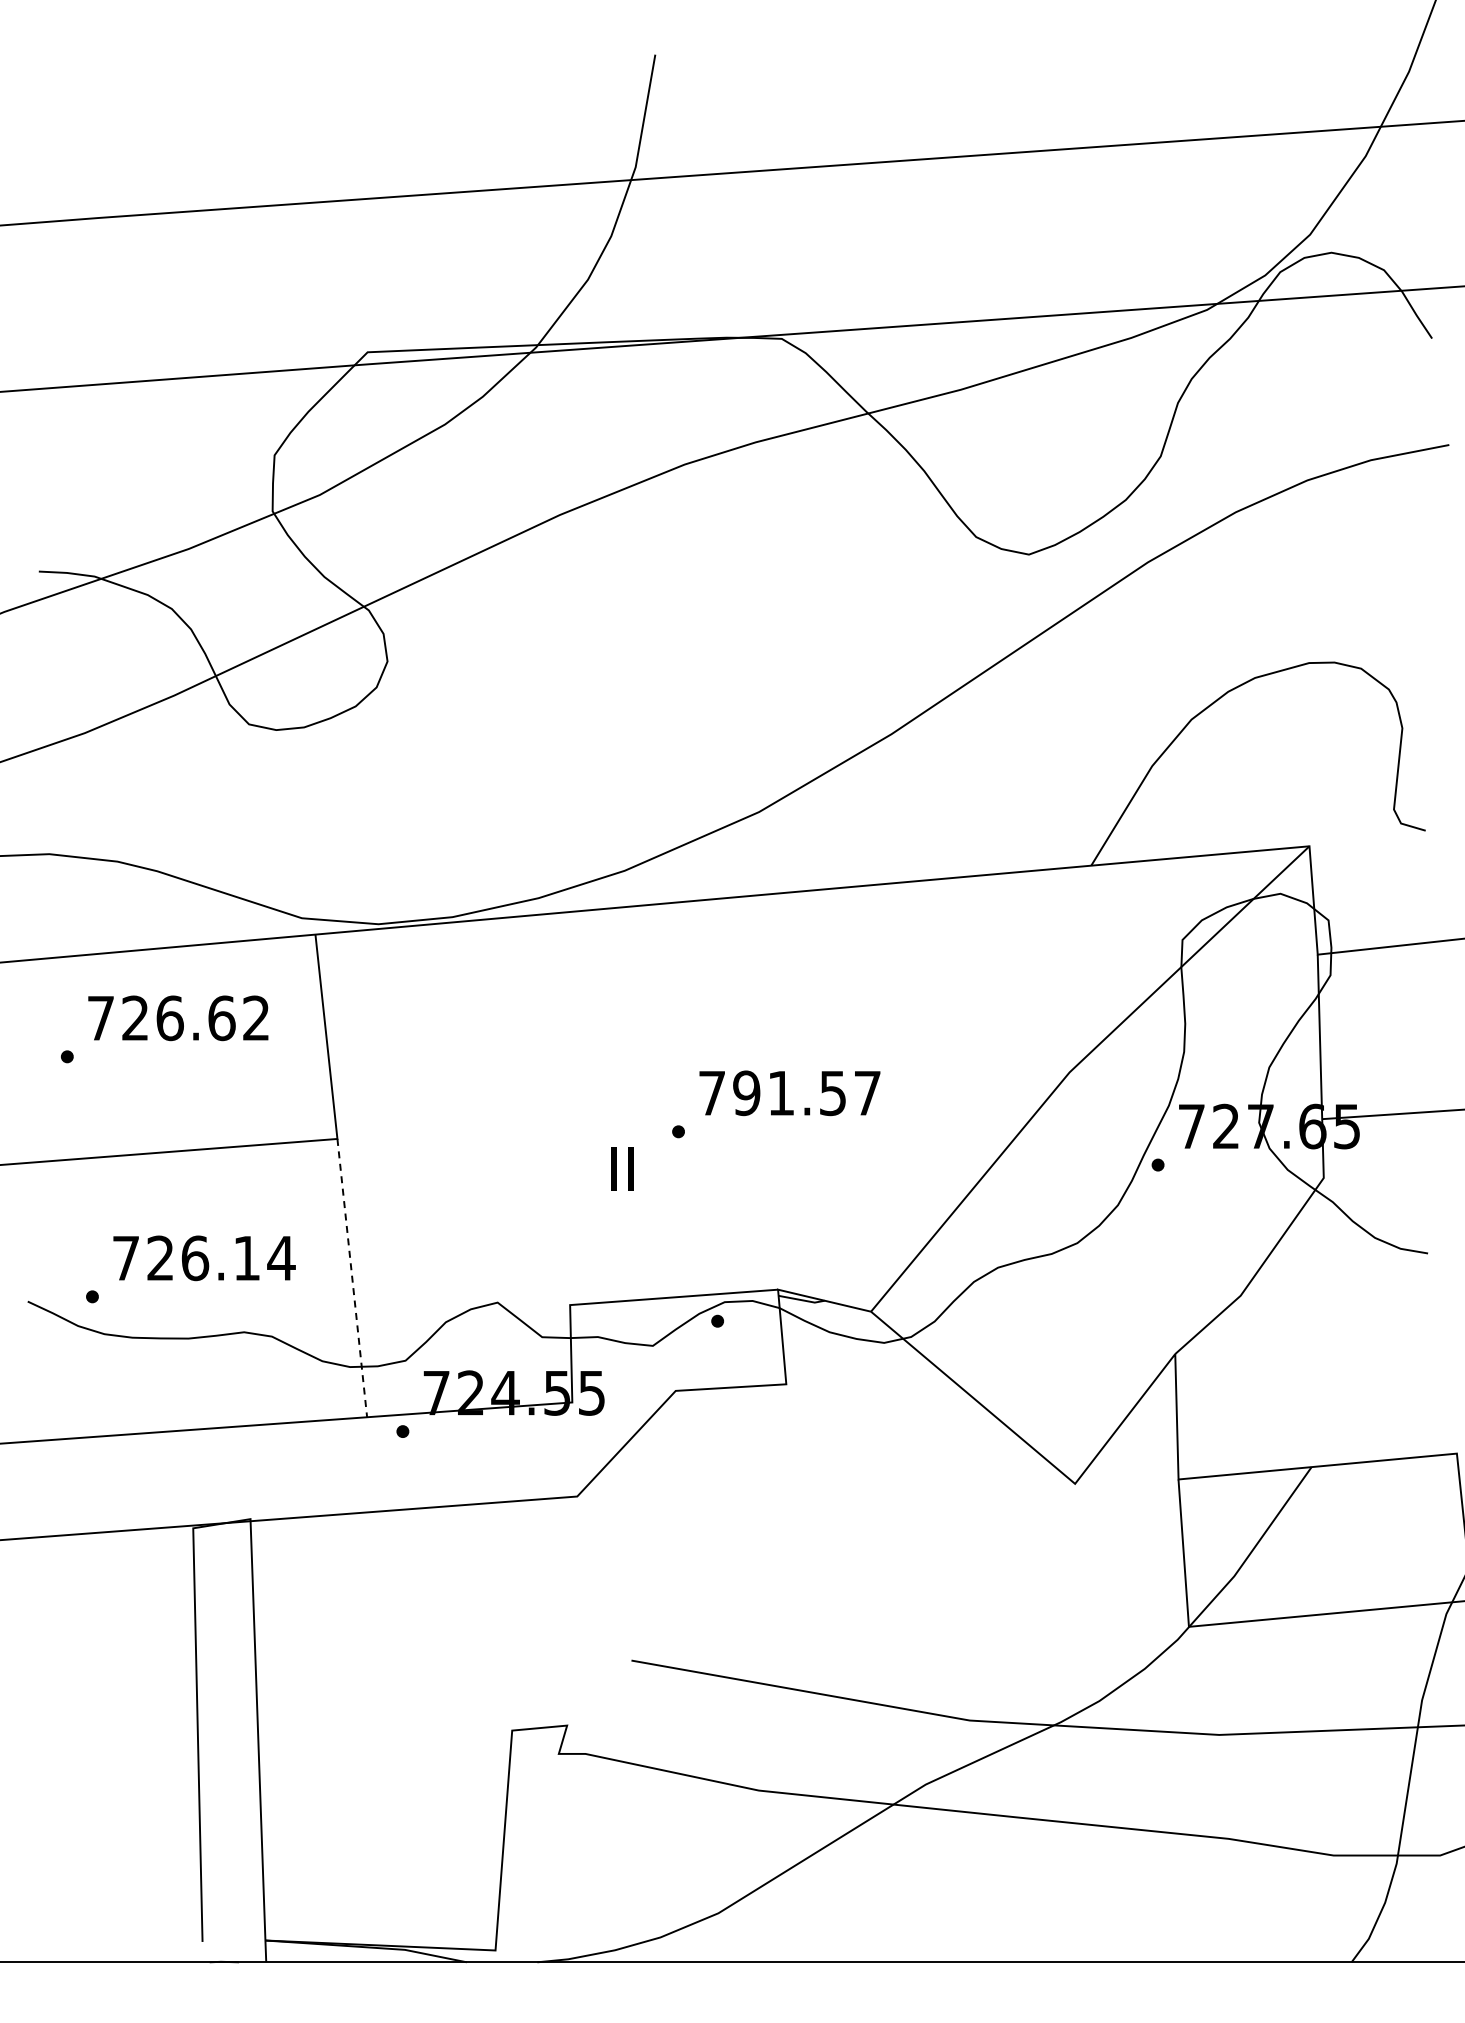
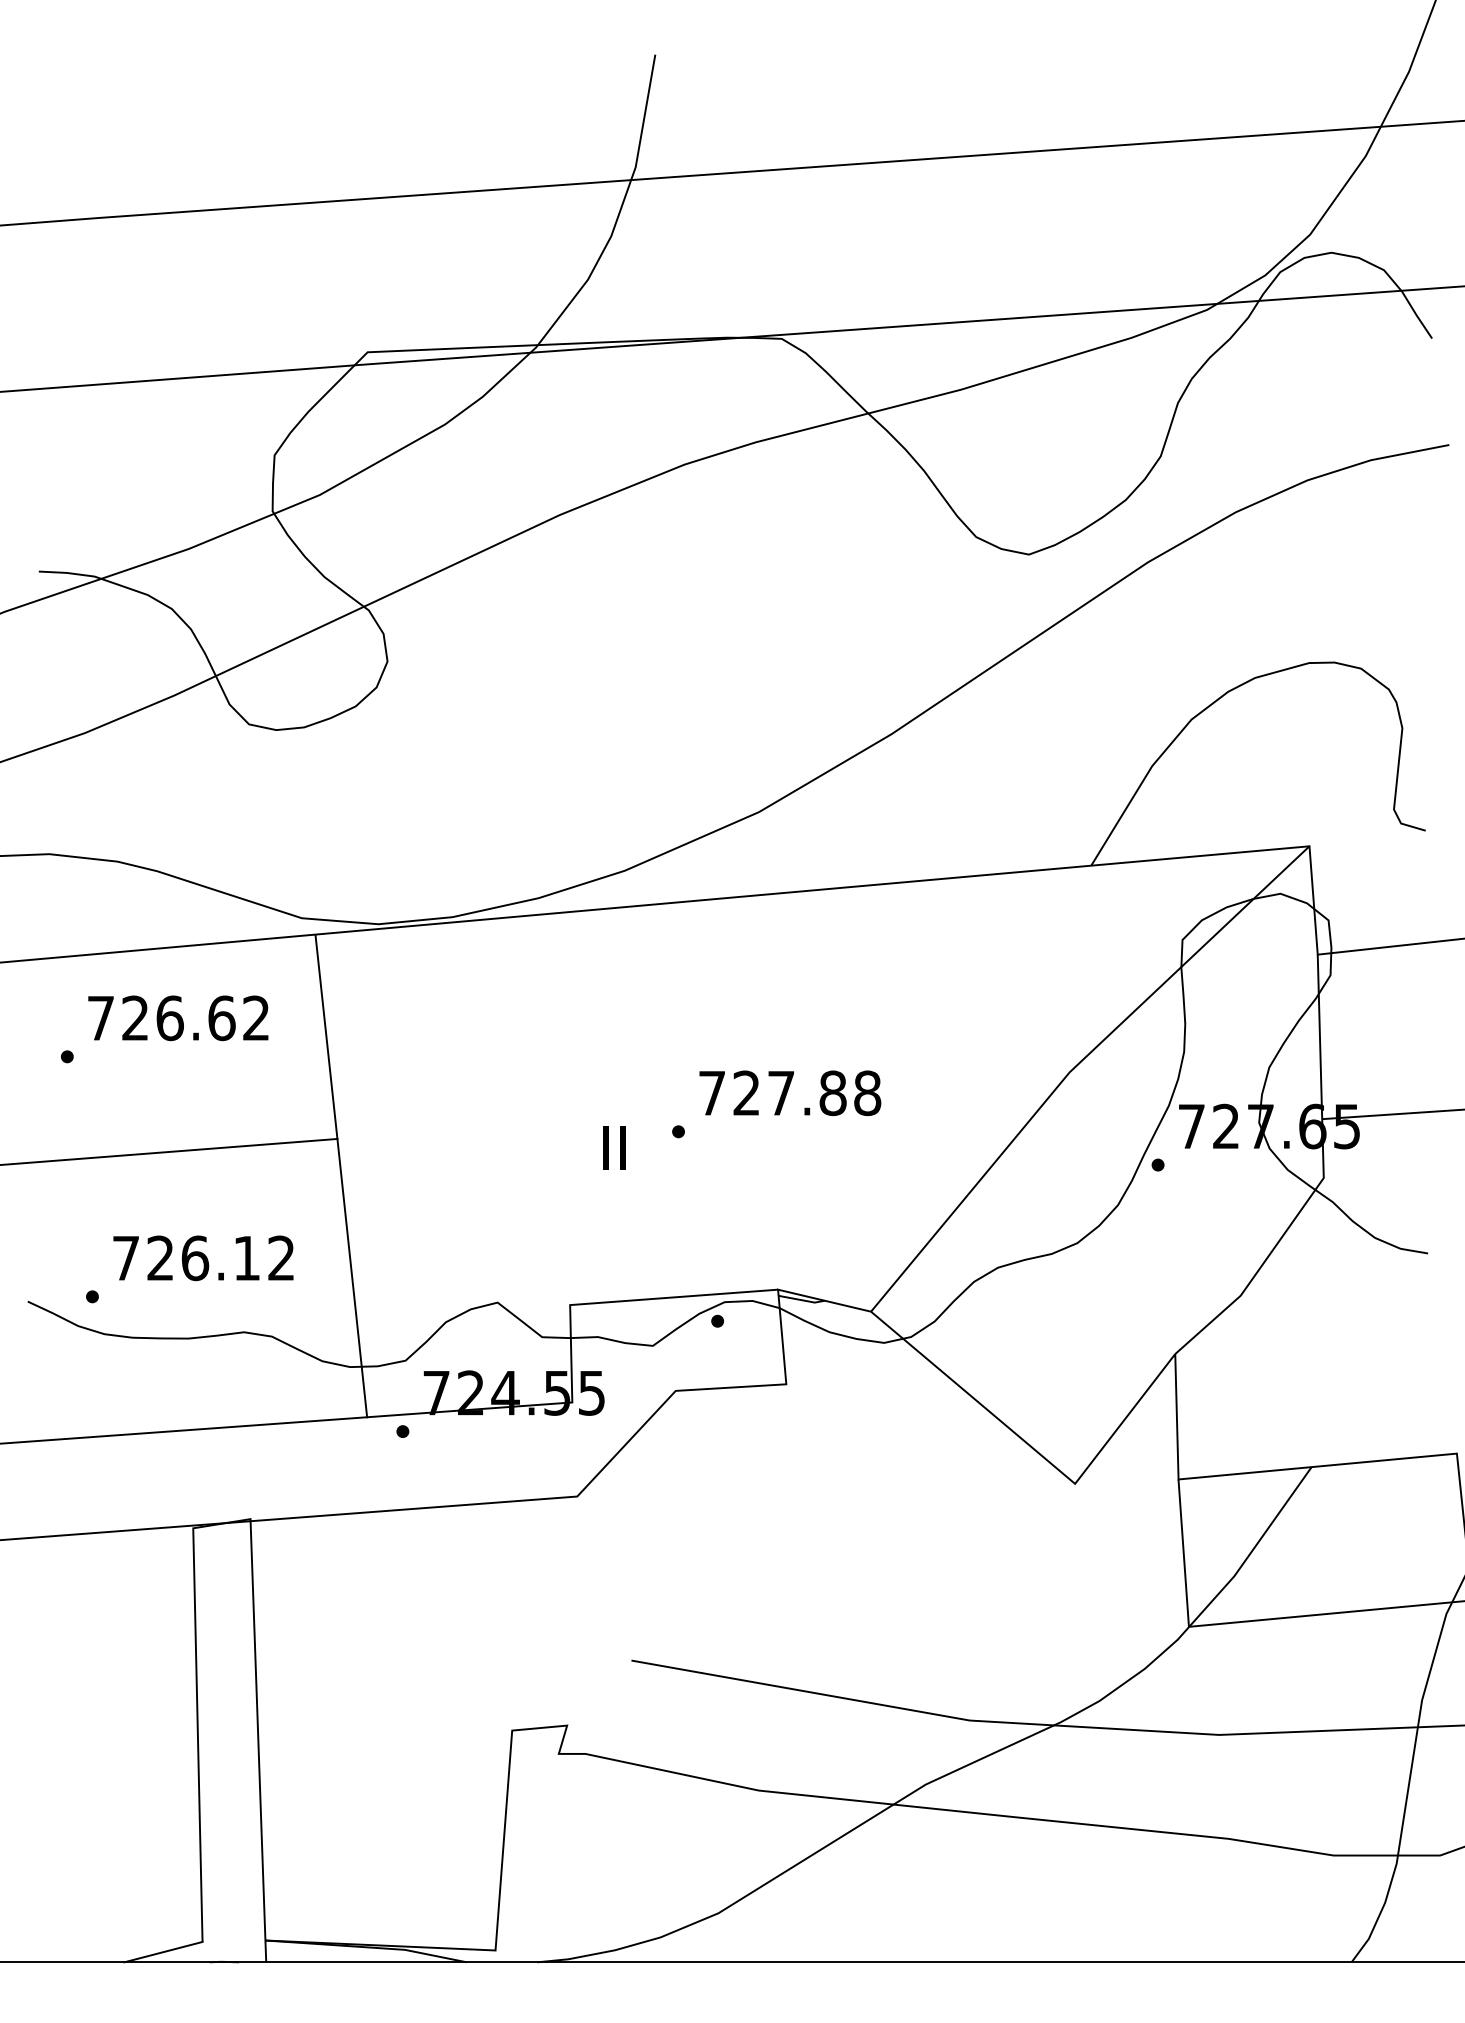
text at (807, 1093): 791.57 -> 727.88
text at (622, 1168) position: (622, 1168) -> (614, 1147)
text at (281, 1257): 726.14 -> 726.12
line at (352, 1278): dashed -> solid
line at (163, 1951): none -> present
